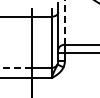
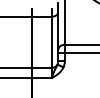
line at (64, 22): dashed -> solid
line at (15, 67): dashed -> solid
